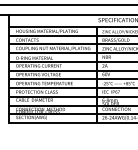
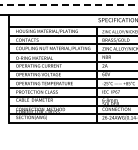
line at (69, 5): solid -> dashed
